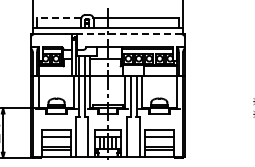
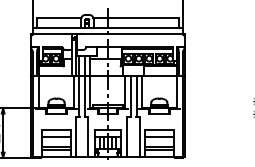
line at (58, 18): dashed -> solid
line at (132, 34): dashed -> solid
